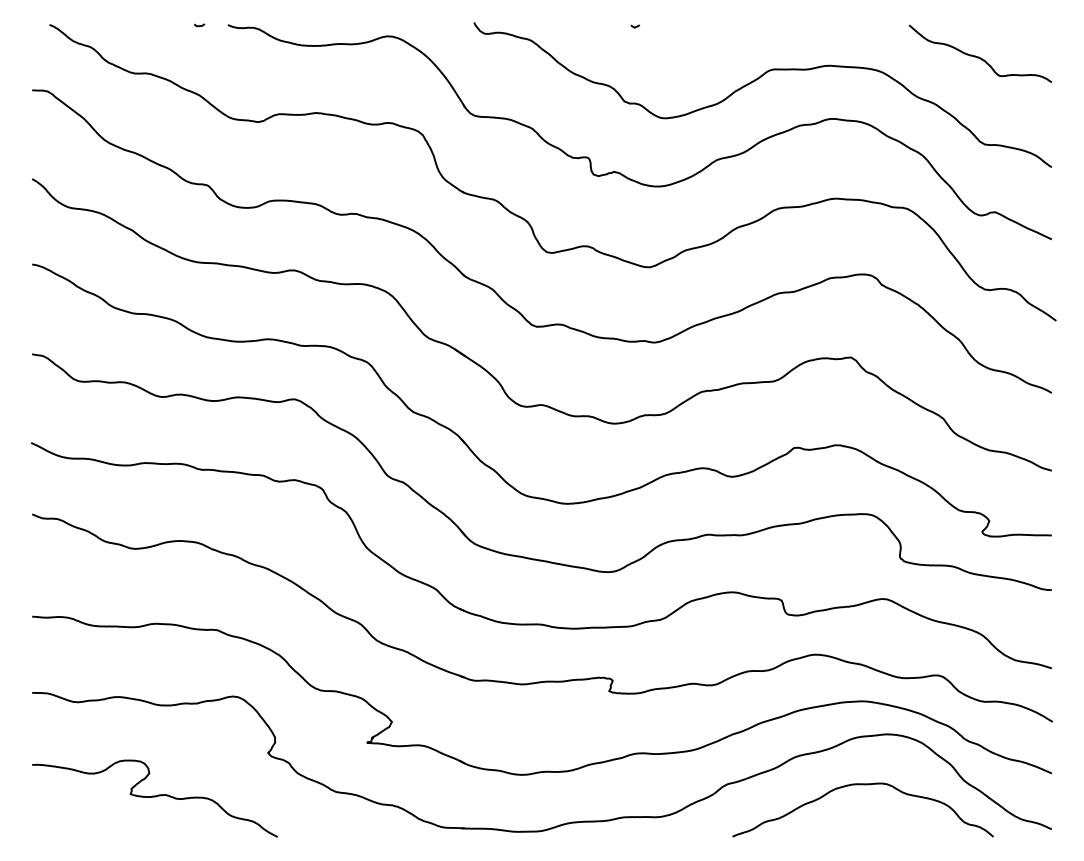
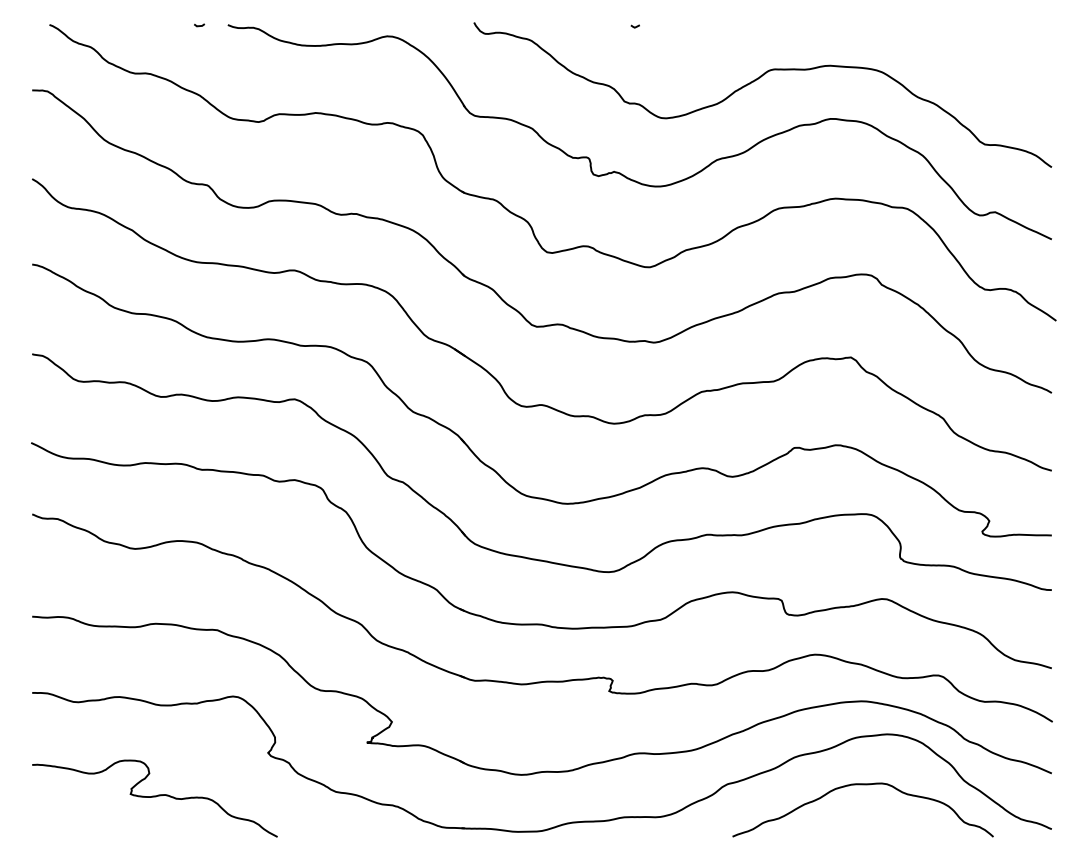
curve at (978, 56): present -> none
